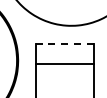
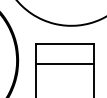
line at (65, 43): dashed -> solid
